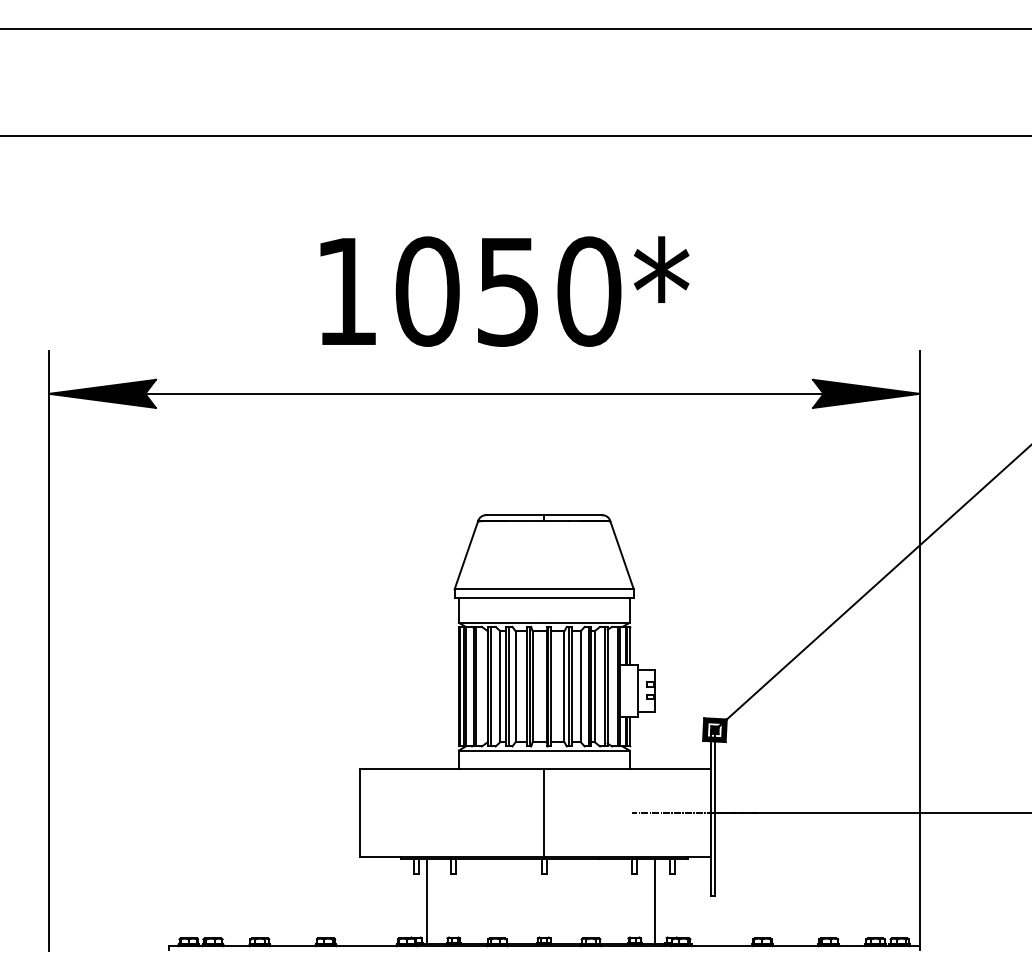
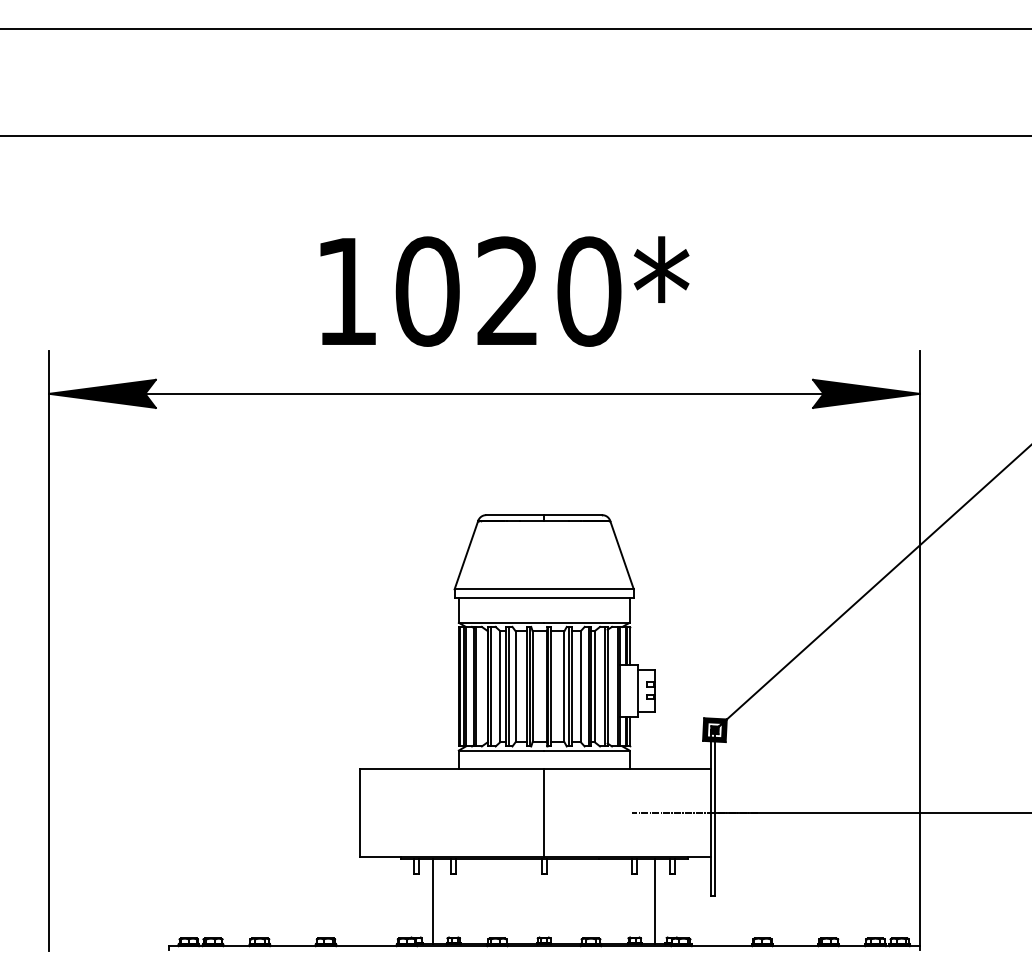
text at (507, 291): 1050* -> 1020*
line at (427, 901) position: (427, 901) -> (433, 901)
